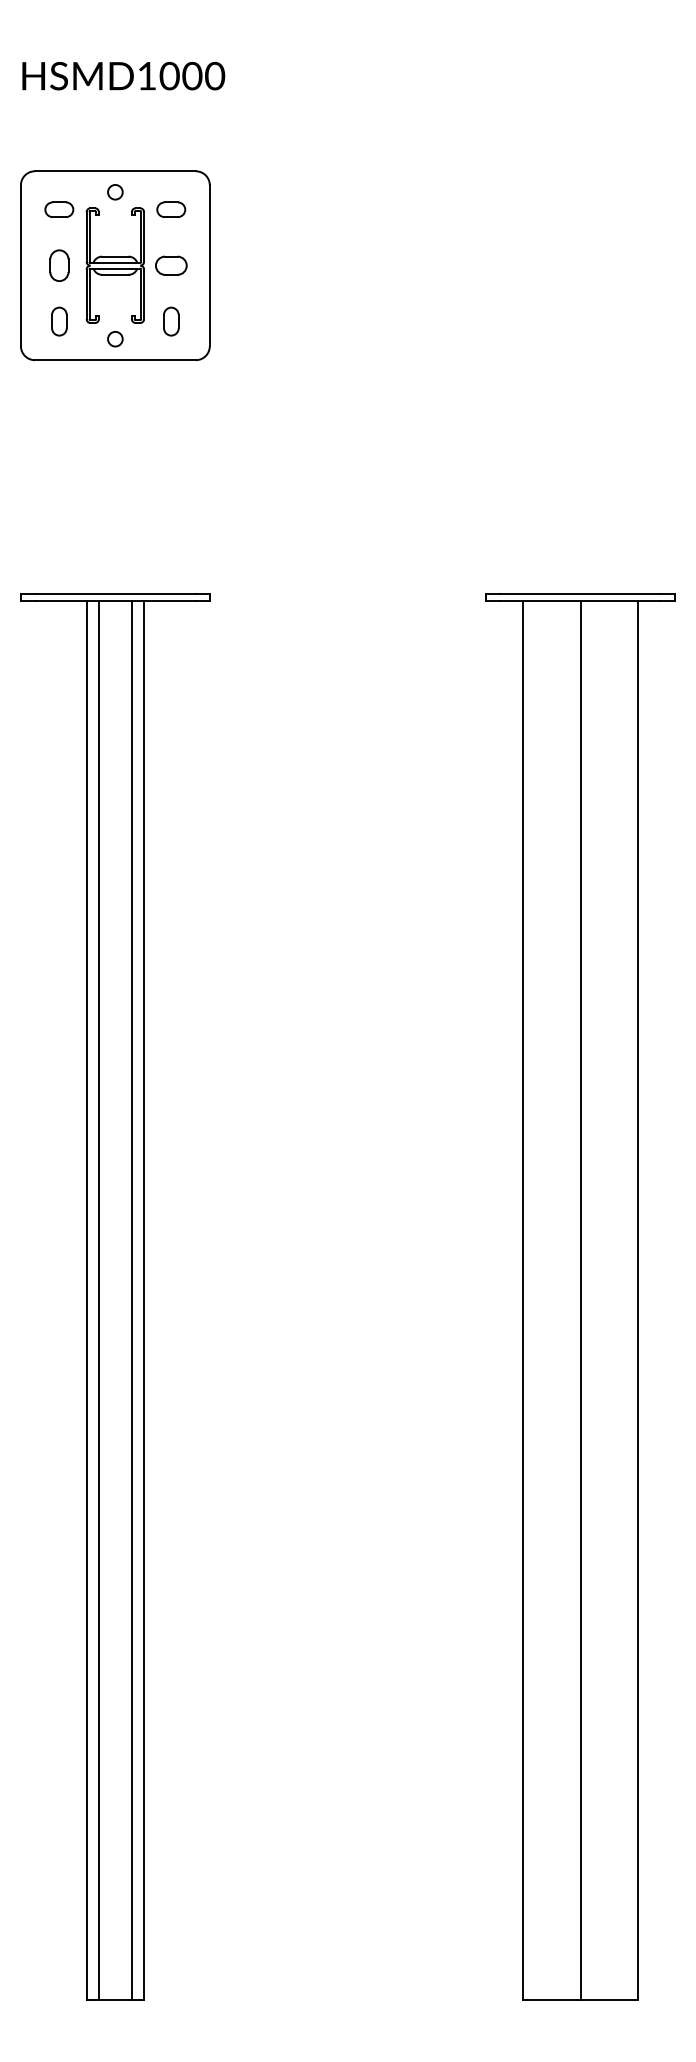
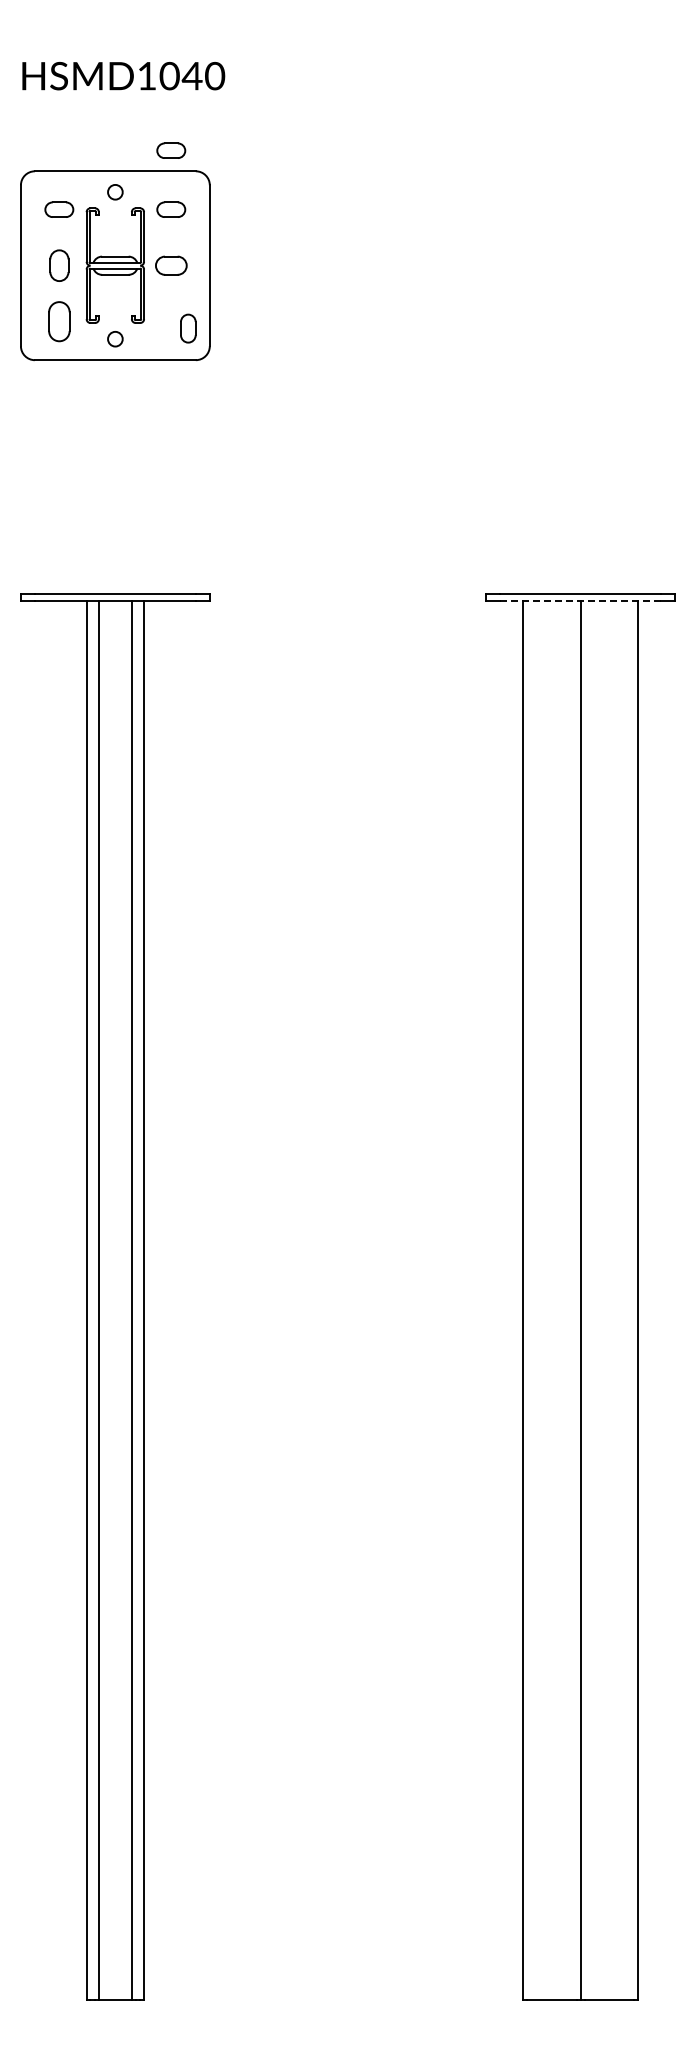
text at (191, 75): HSMD1000 -> HSMD1040
part at (171, 150): none -> present
part at (59, 321) size: 17x31 px -> 23x42 px
part at (171, 321) position: (171, 321) -> (188, 328)
line at (580, 600): solid -> dashed
